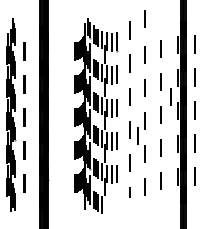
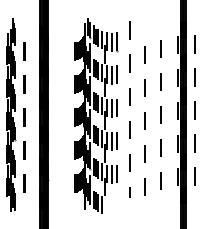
line at (144, 18): present -> none
line at (170, 96): present -> none
line at (137, 135): present -> none
